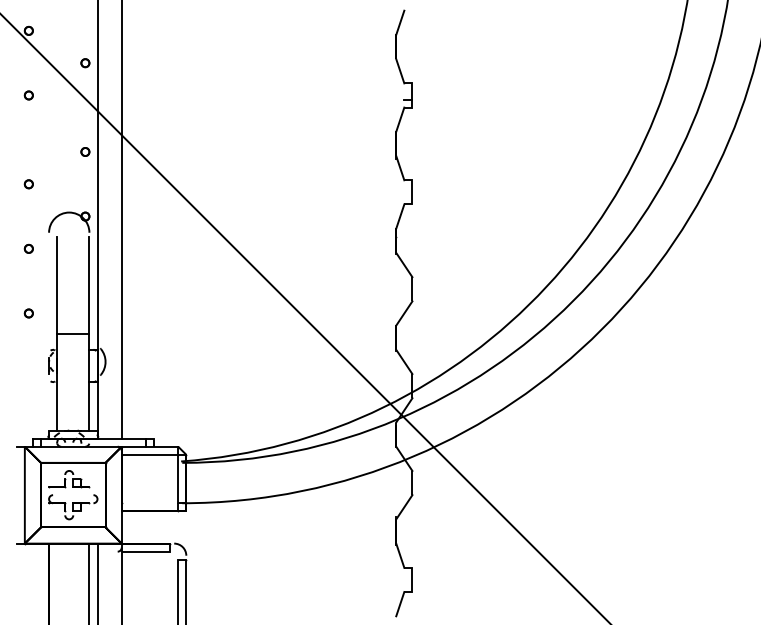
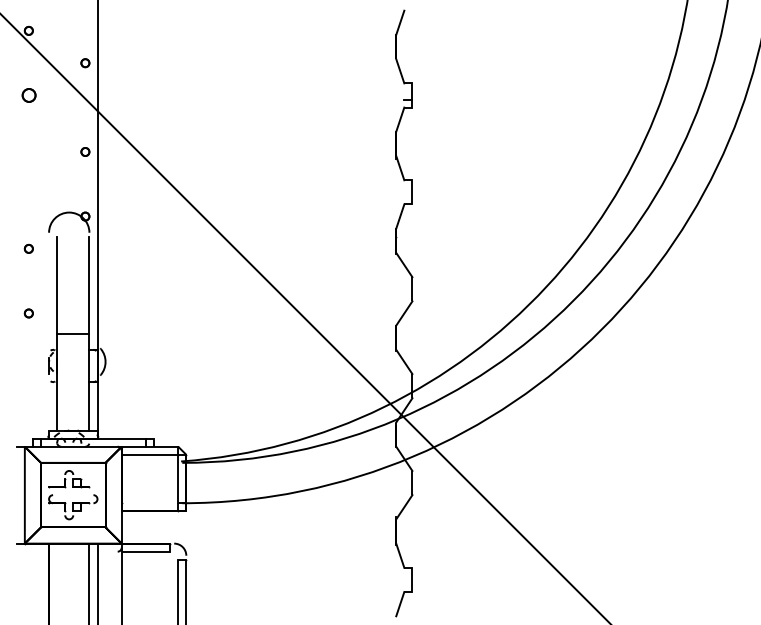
part at (28, 95) size: 11x11 px -> 16x15 px
part at (28, 184): present -> none
line at (121, 220): present -> none
